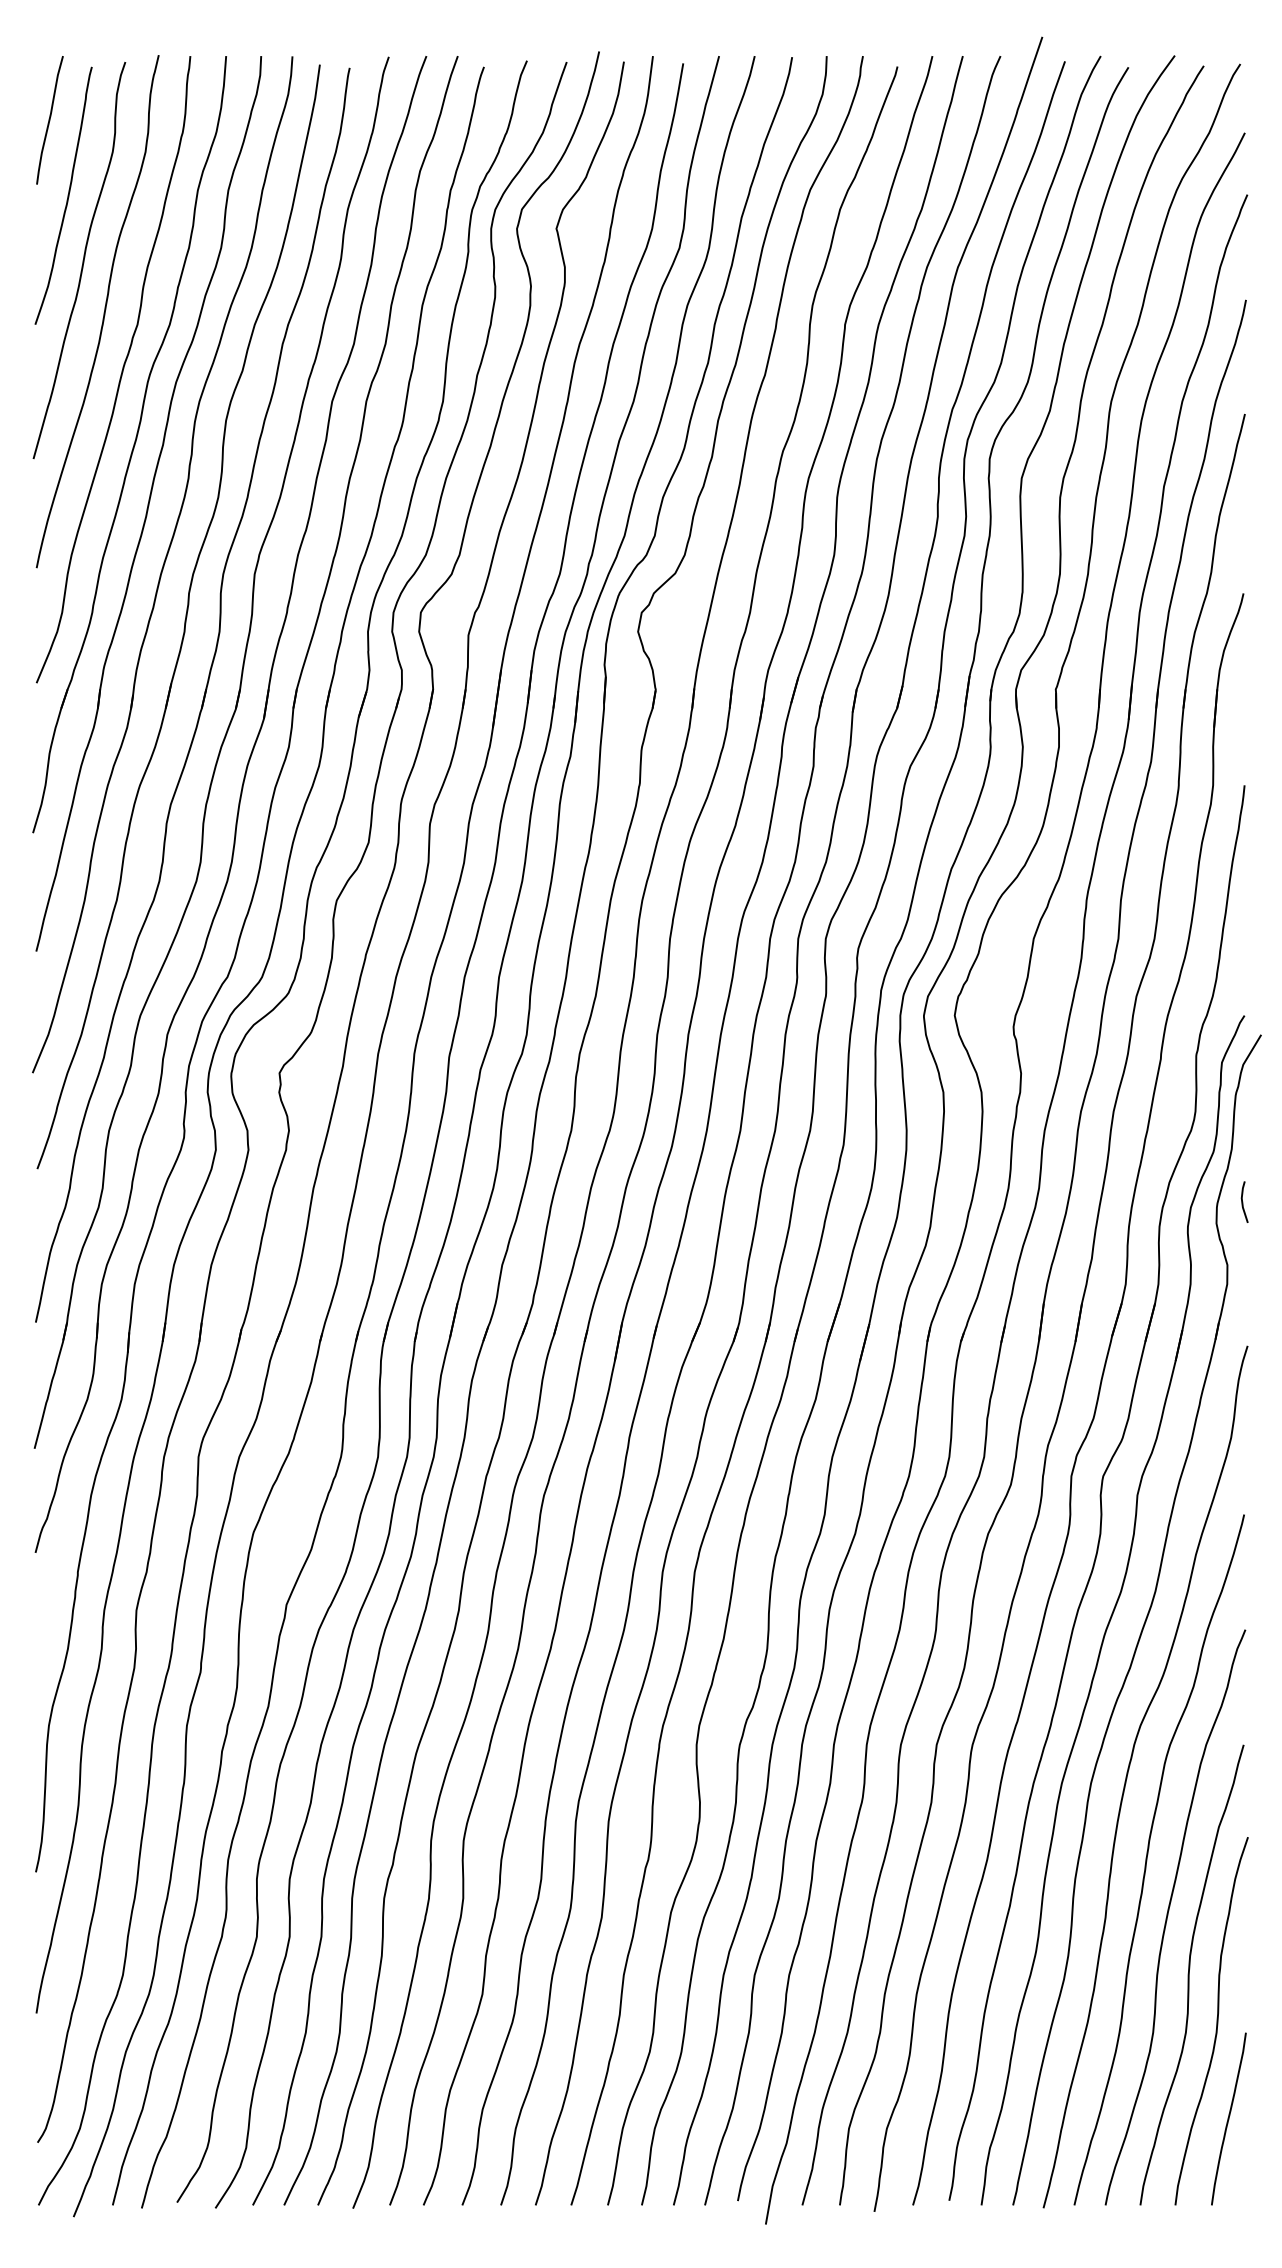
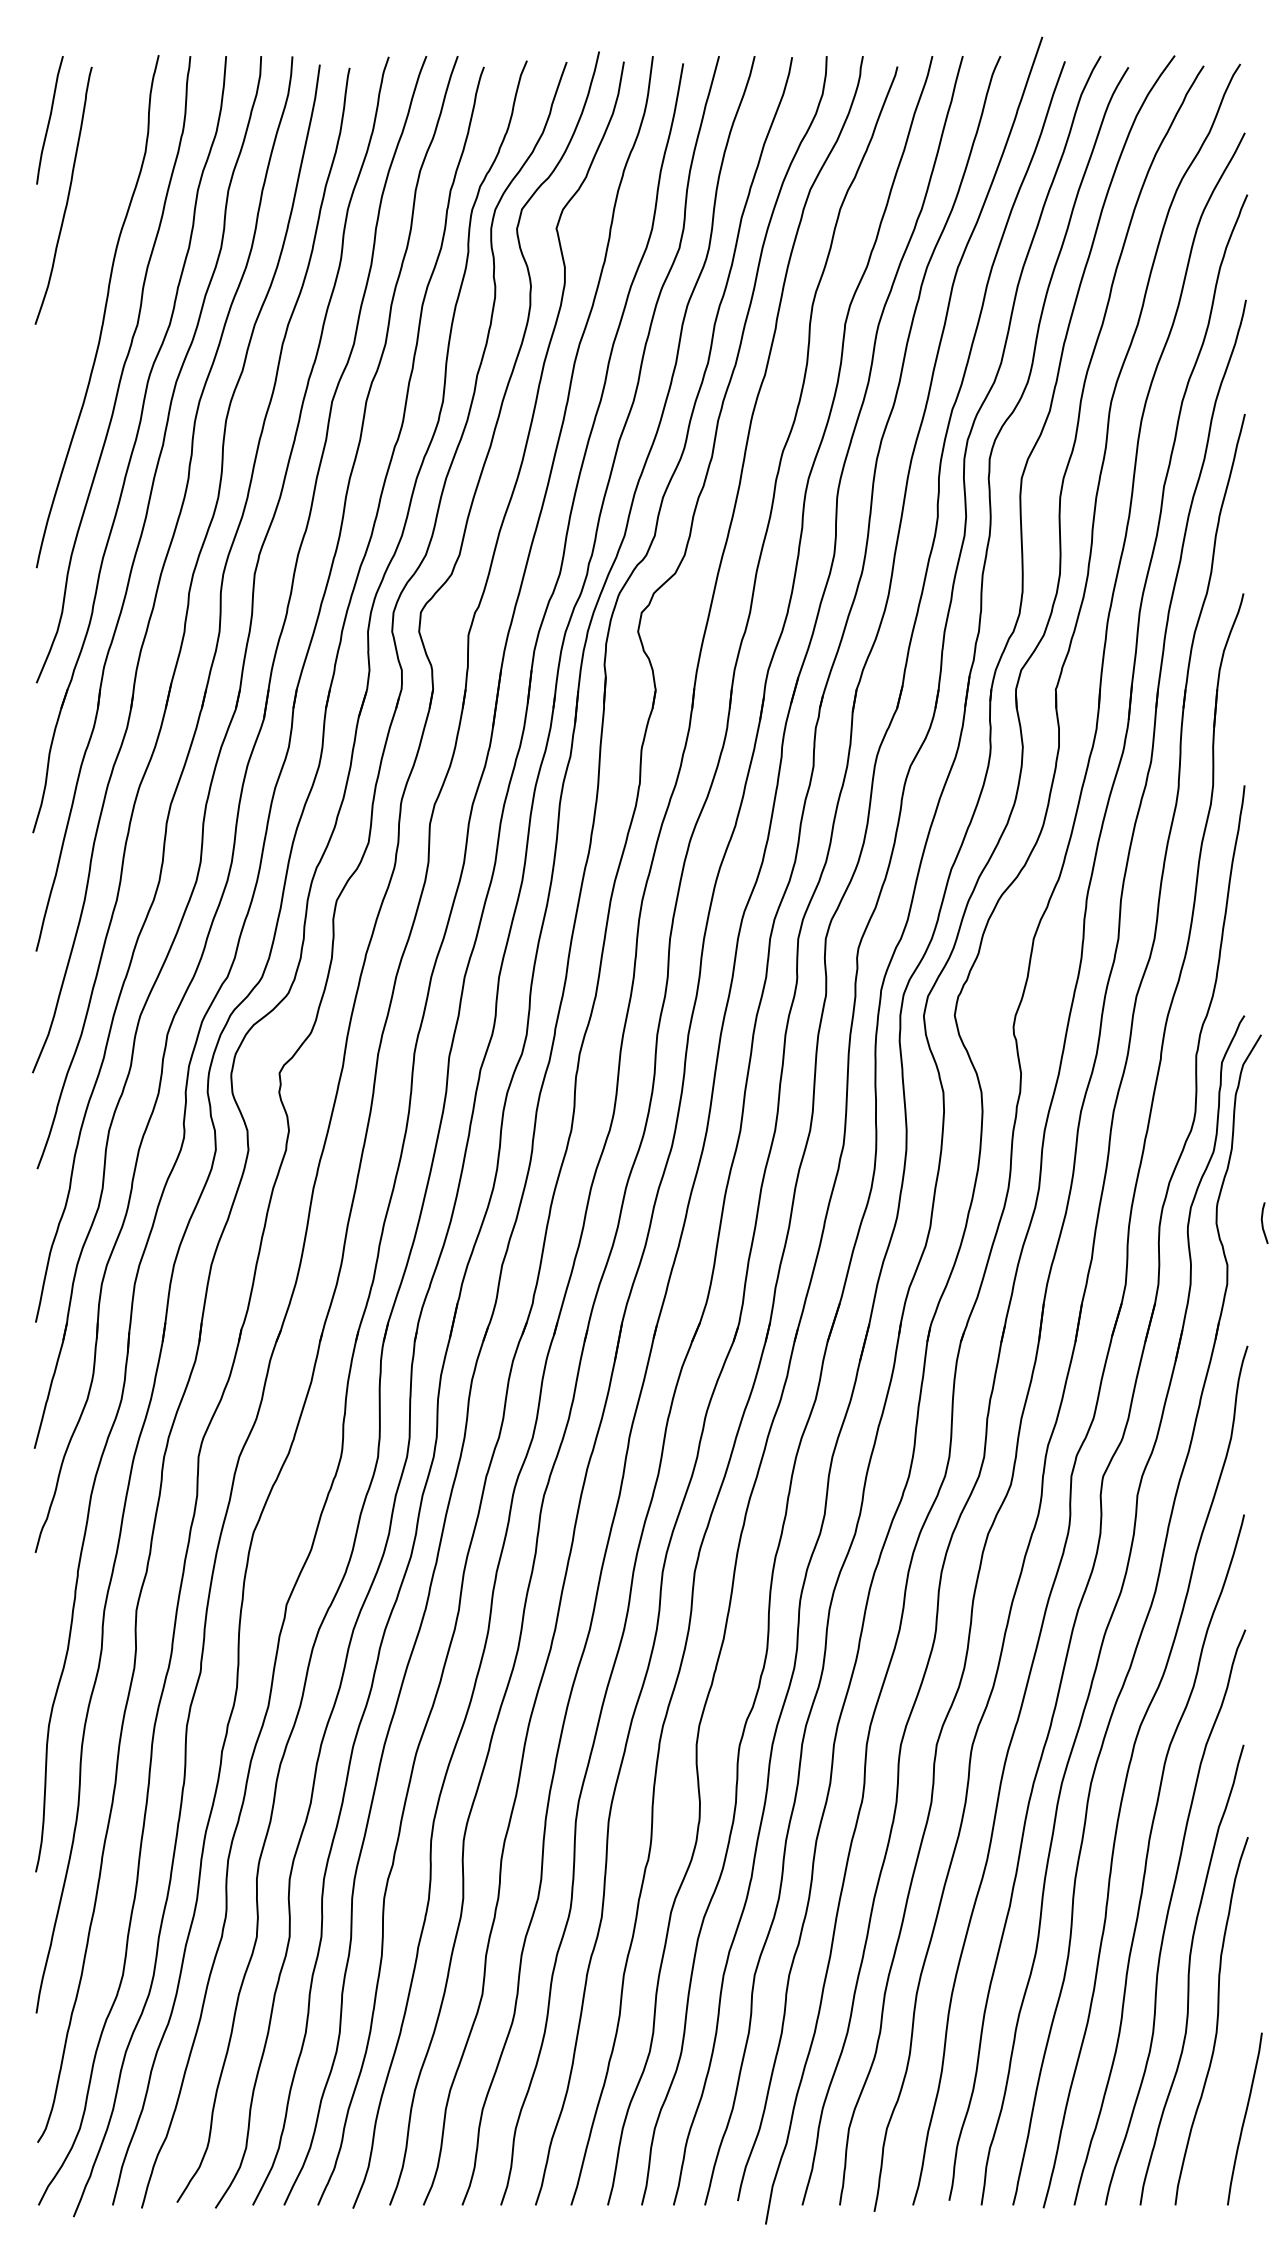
curve at (82, 260): present -> none
line at (1243, 1201) position: (1243, 1201) -> (1263, 1222)
curve at (1228, 2118) position: (1228, 2118) -> (1244, 2118)
